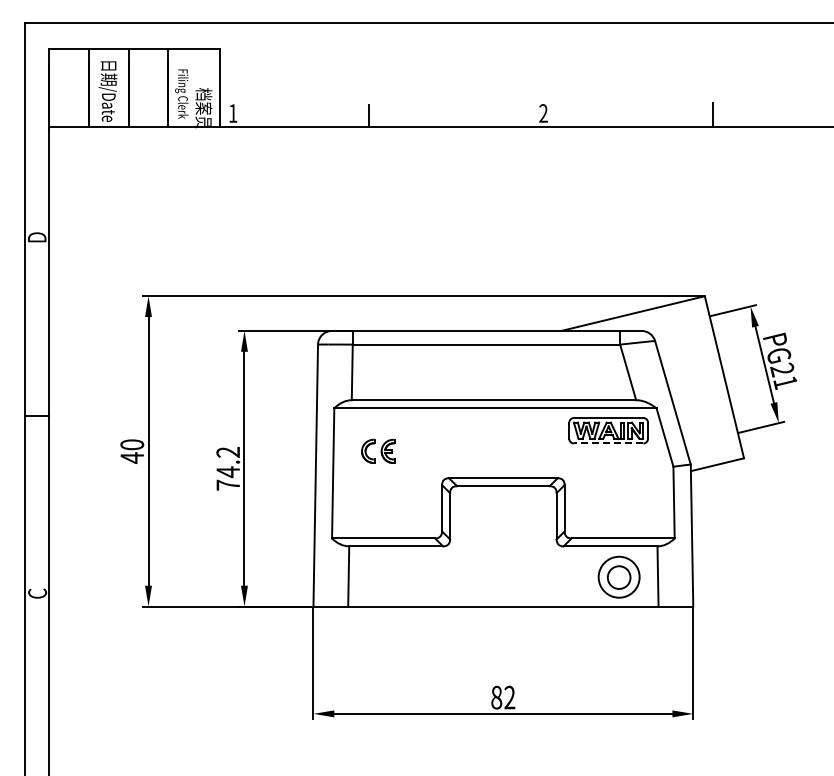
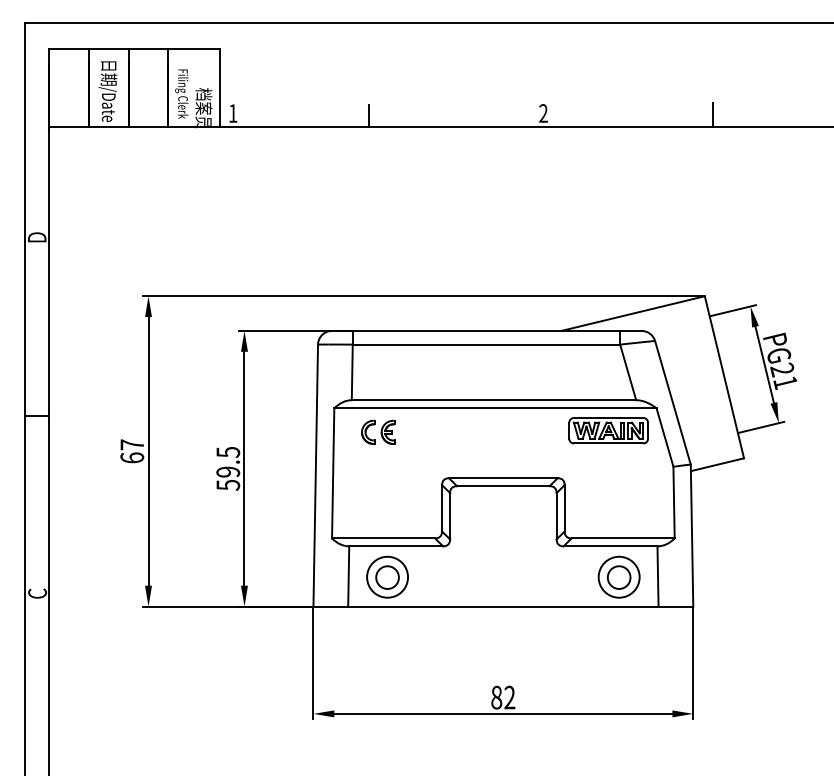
line at (608, 443): dashed -> solid
part at (378, 450) position: (378, 450) -> (378, 431)
text at (132, 451): 40 -> 67
text at (228, 468): 74.2 -> 59.5
part at (387, 576): none -> present
